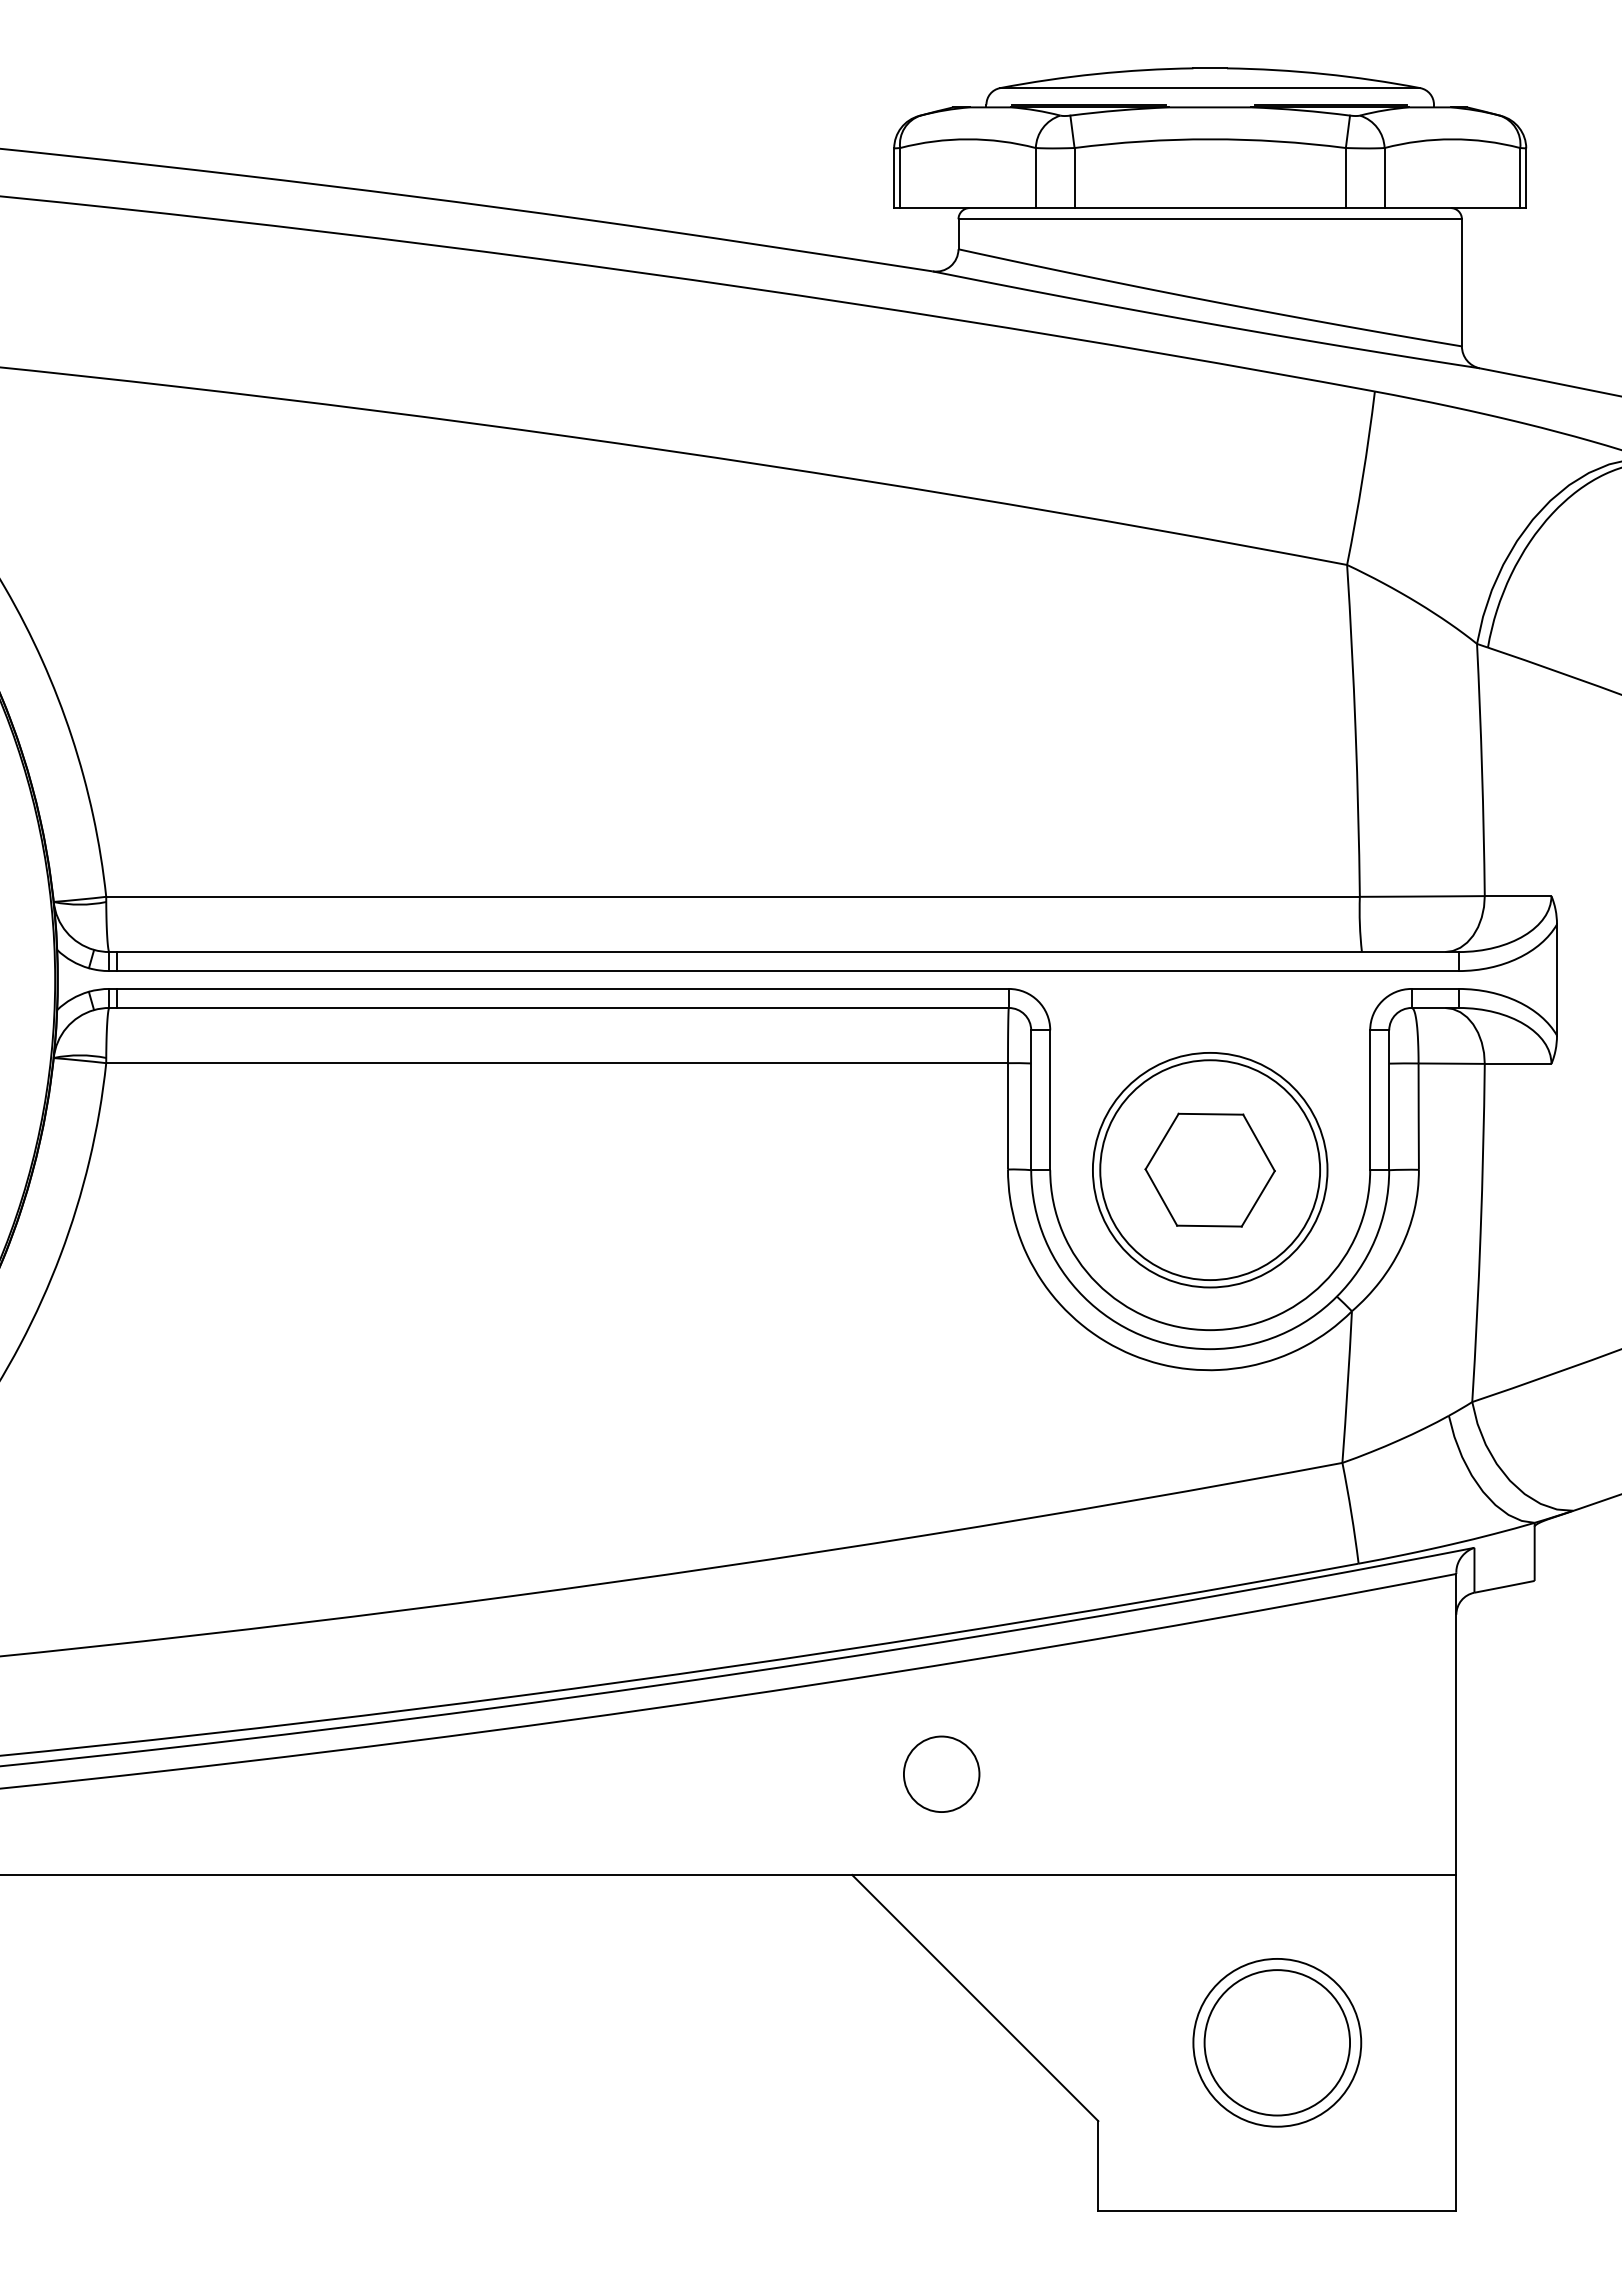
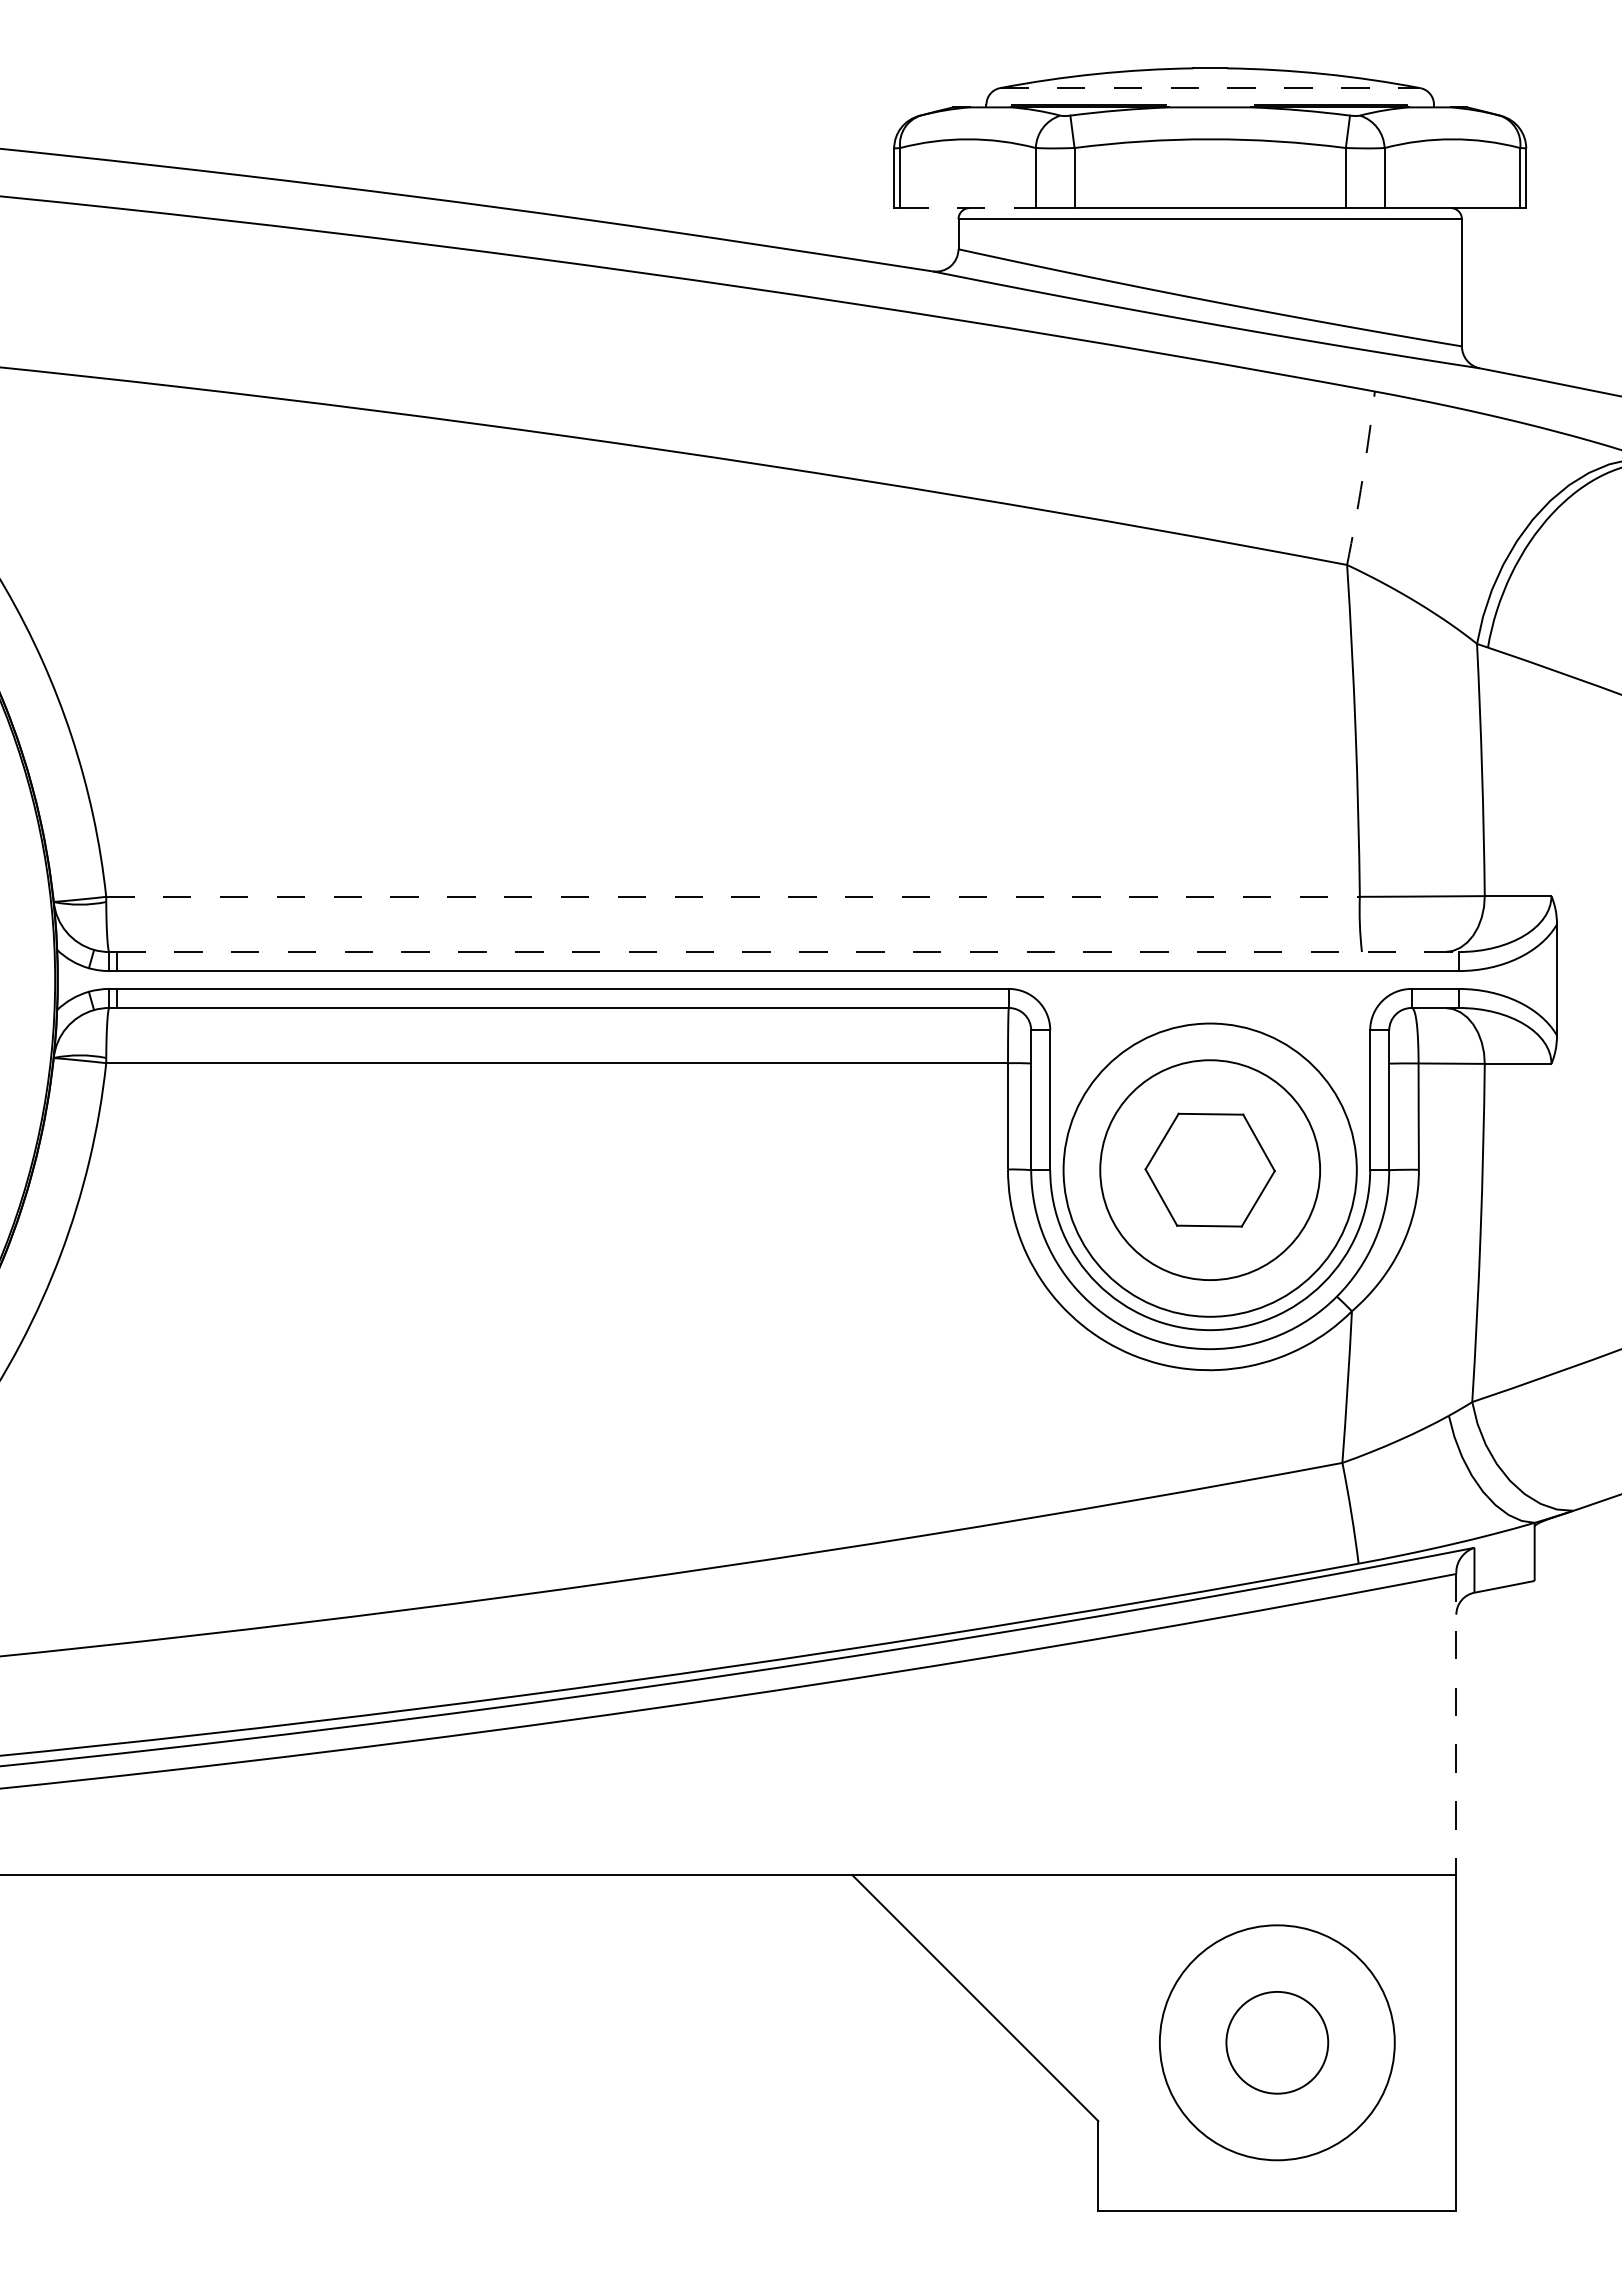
line at (1210, 88): solid -> dashed
line at (968, 208): solid -> dashed
arc at (1362, 478): solid -> dashed
line at (732, 896): solid -> dashed
line at (788, 952): solid -> dashed
circle at (1209, 1169) diameter: 235 px -> 293 px
line at (1456, 1724): solid -> dashed
circle at (941, 1773): present -> none
circle at (1277, 2042) diameter: 145 px -> 102 px
circle at (1277, 2042) diameter: 168 px -> 235 px
